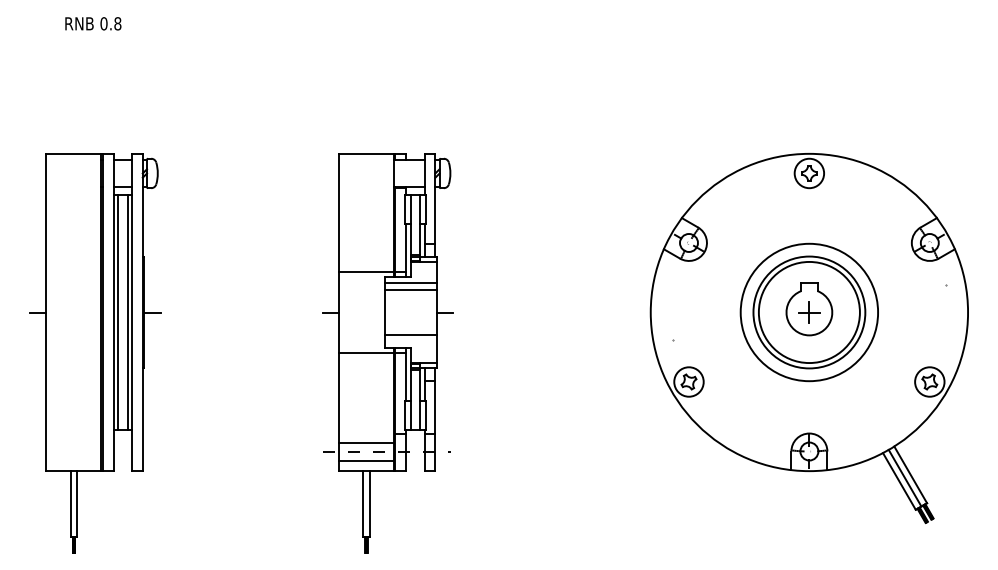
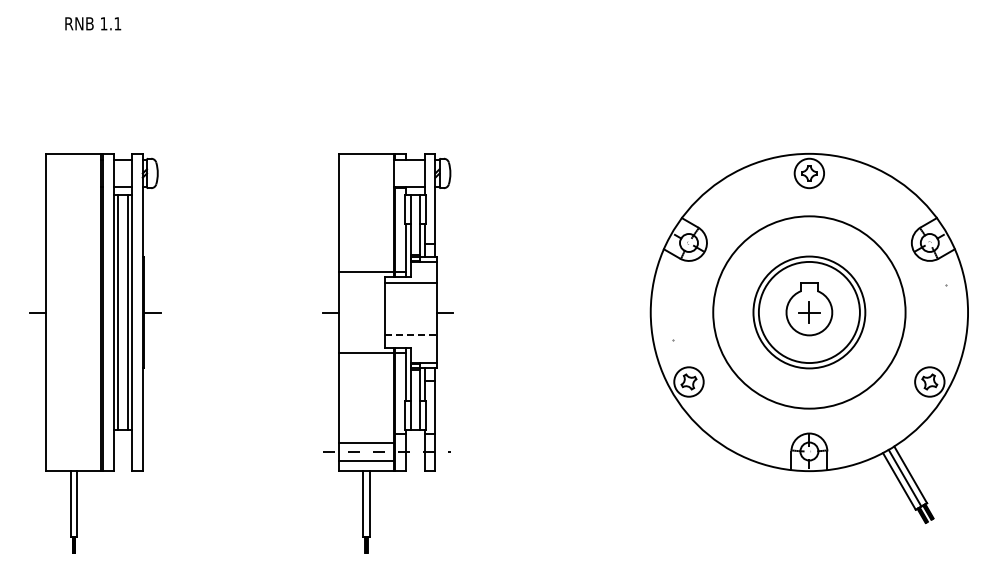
text at (110, 23): 0.8 -> 1.1
line at (410, 289): present -> none
circle at (809, 312) diameter: 137 px -> 192 px
line at (411, 335): solid -> dashed
